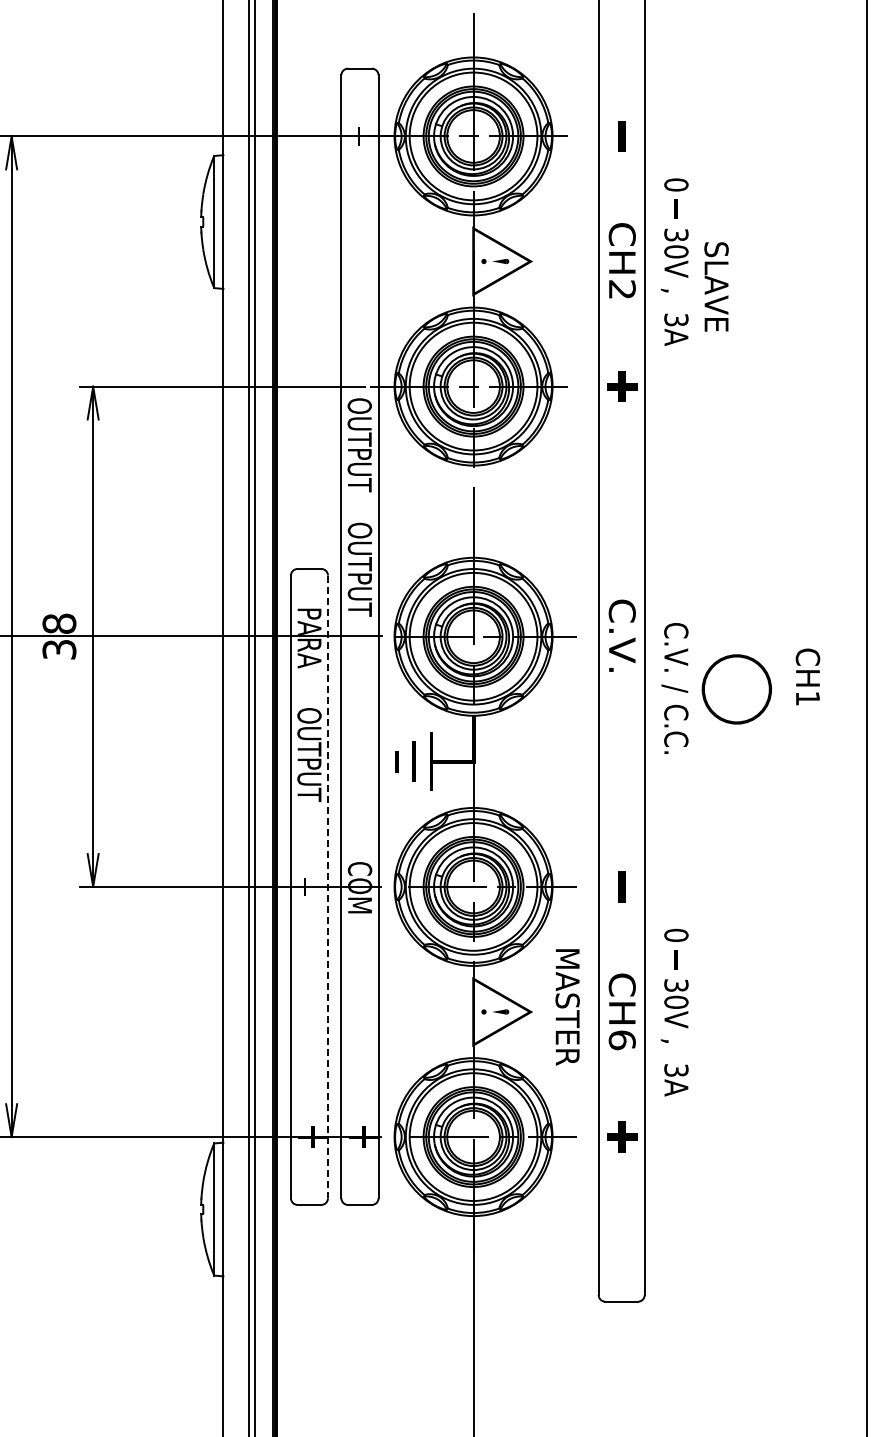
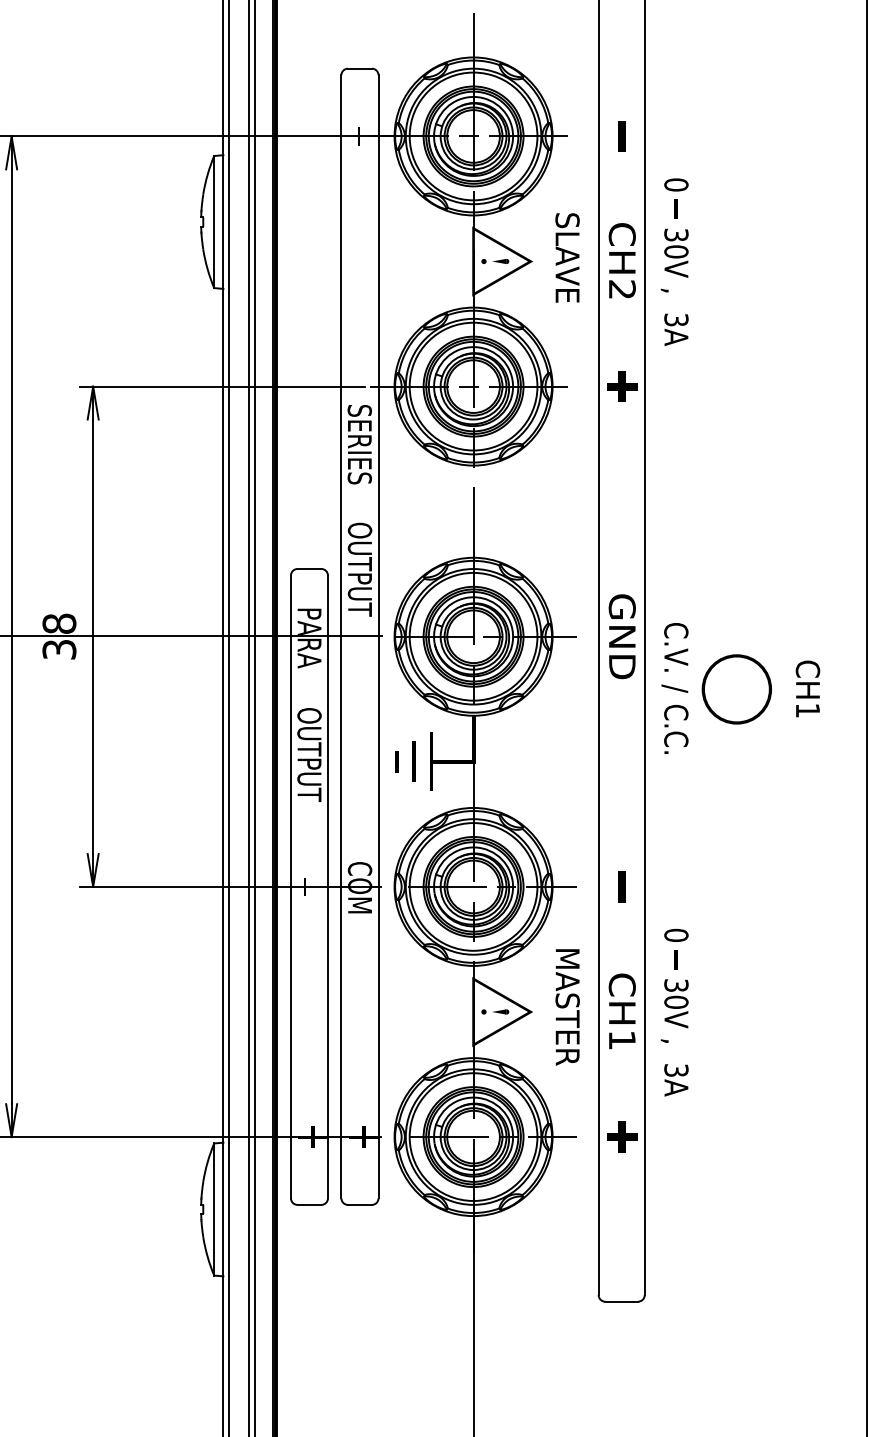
text at (716, 286) position: (716, 286) -> (567, 257)
text at (359, 445): OUTPUT -> SERIES
text at (621, 636): C.V. -> GND
text at (807, 676) position: (807, 676) -> (807, 688)
line at (228, 717): none -> present
line at (327, 887): dashed -> solid
text at (621, 1040): CH6 -> CH1
